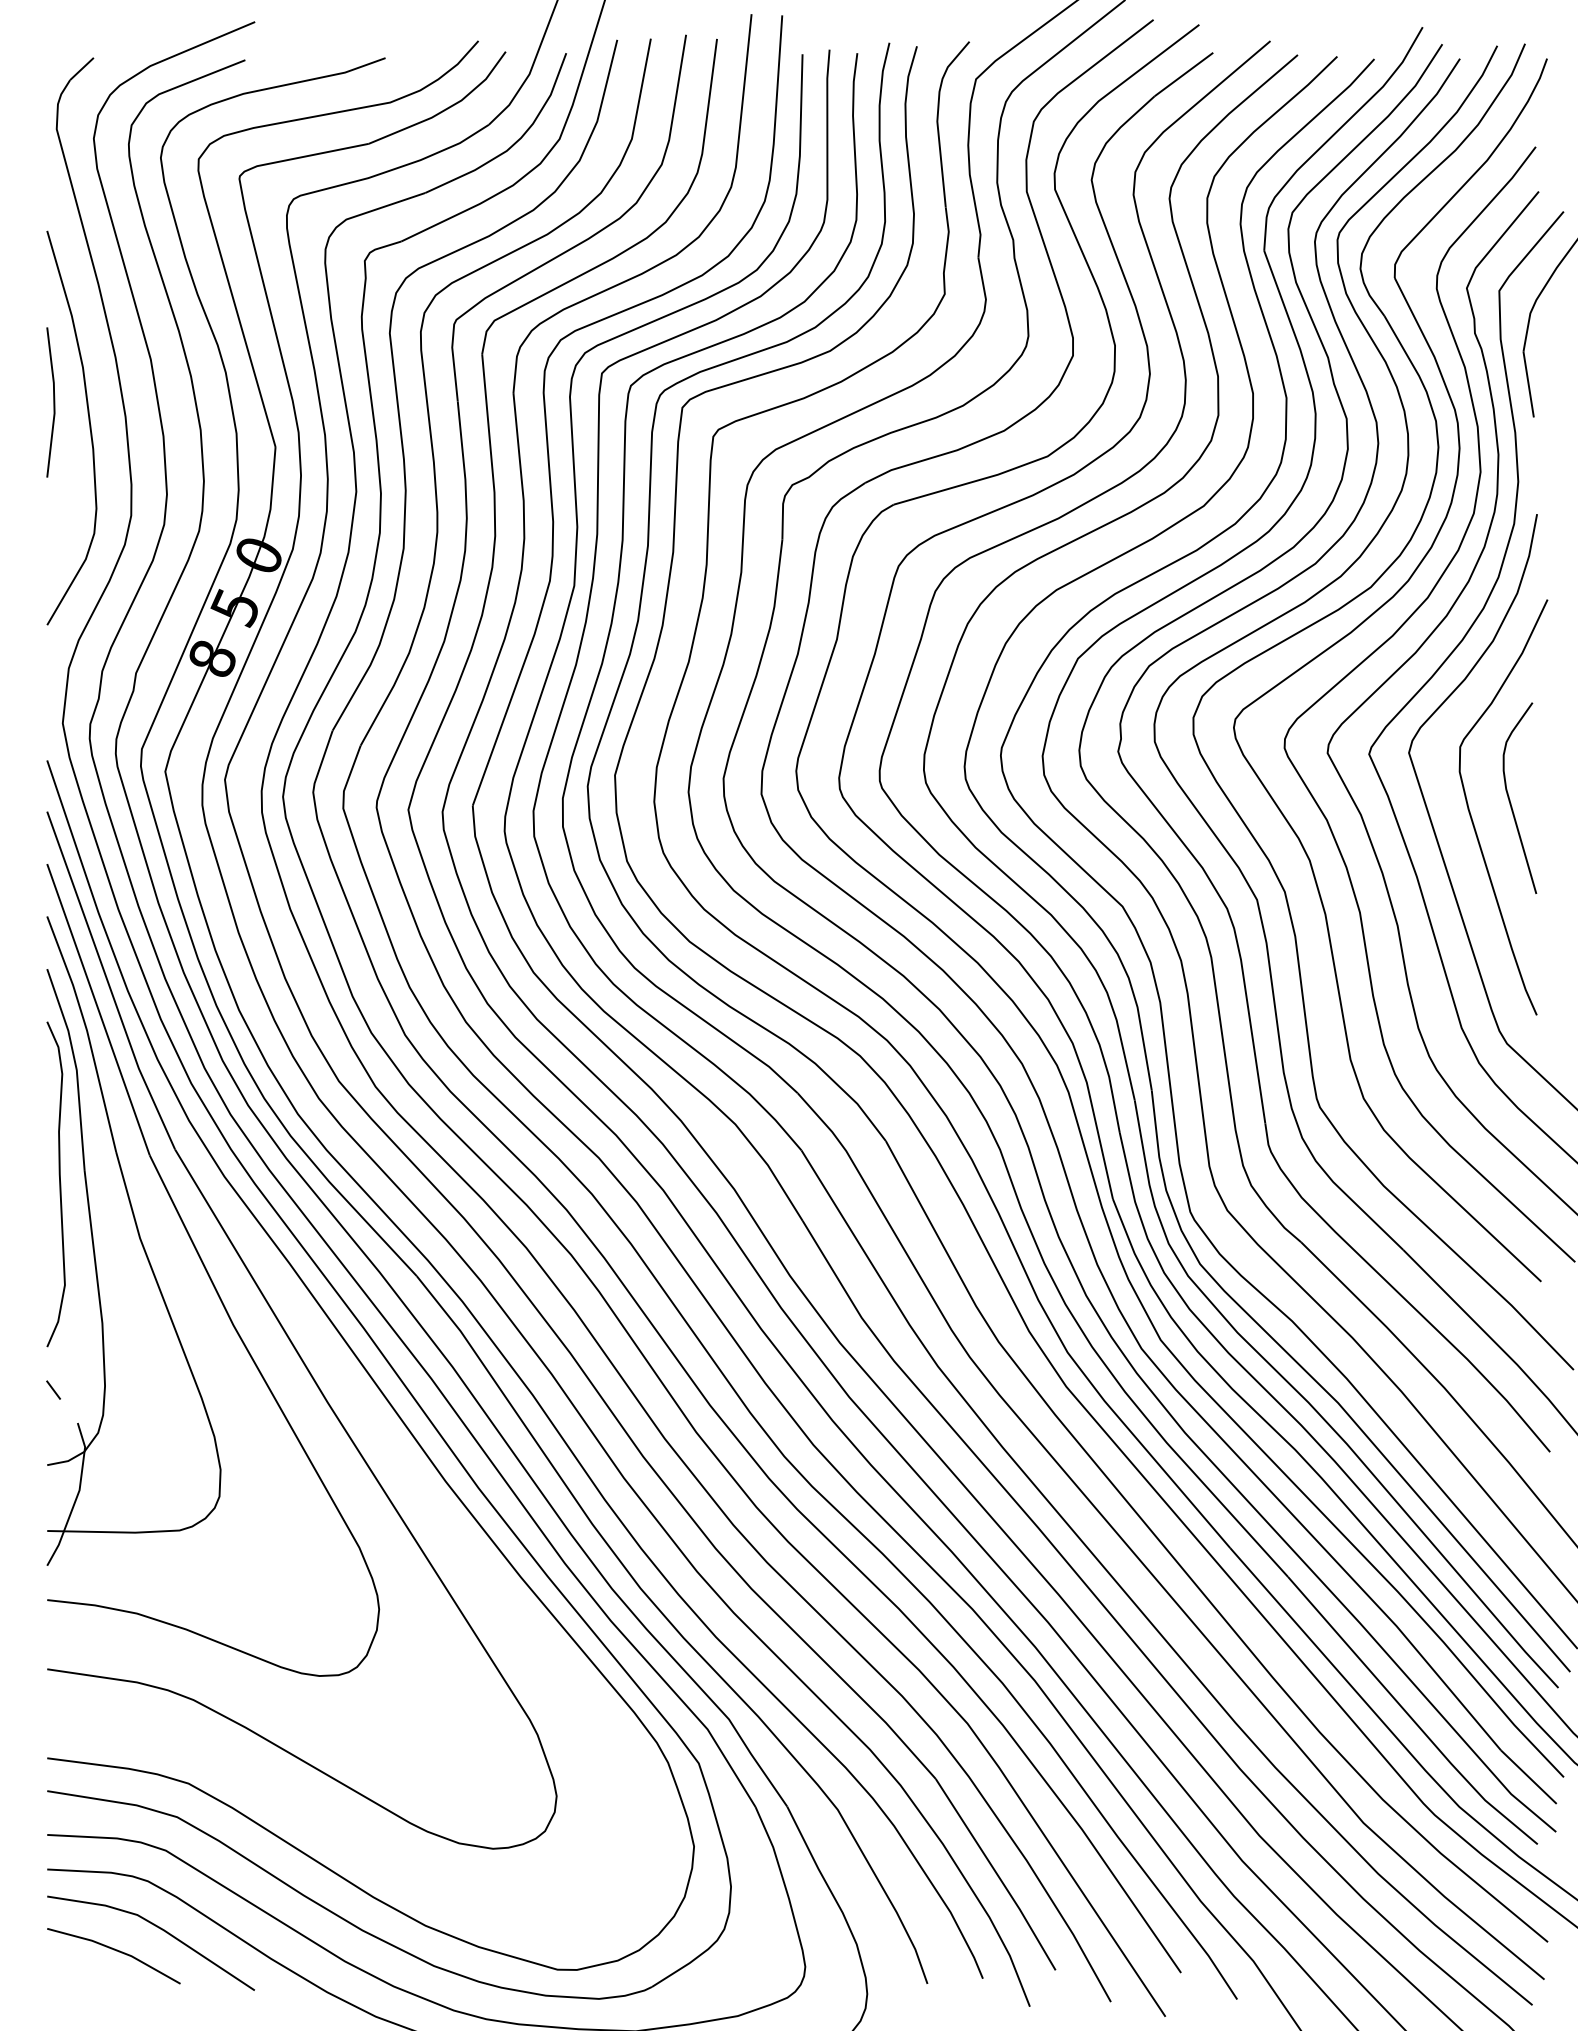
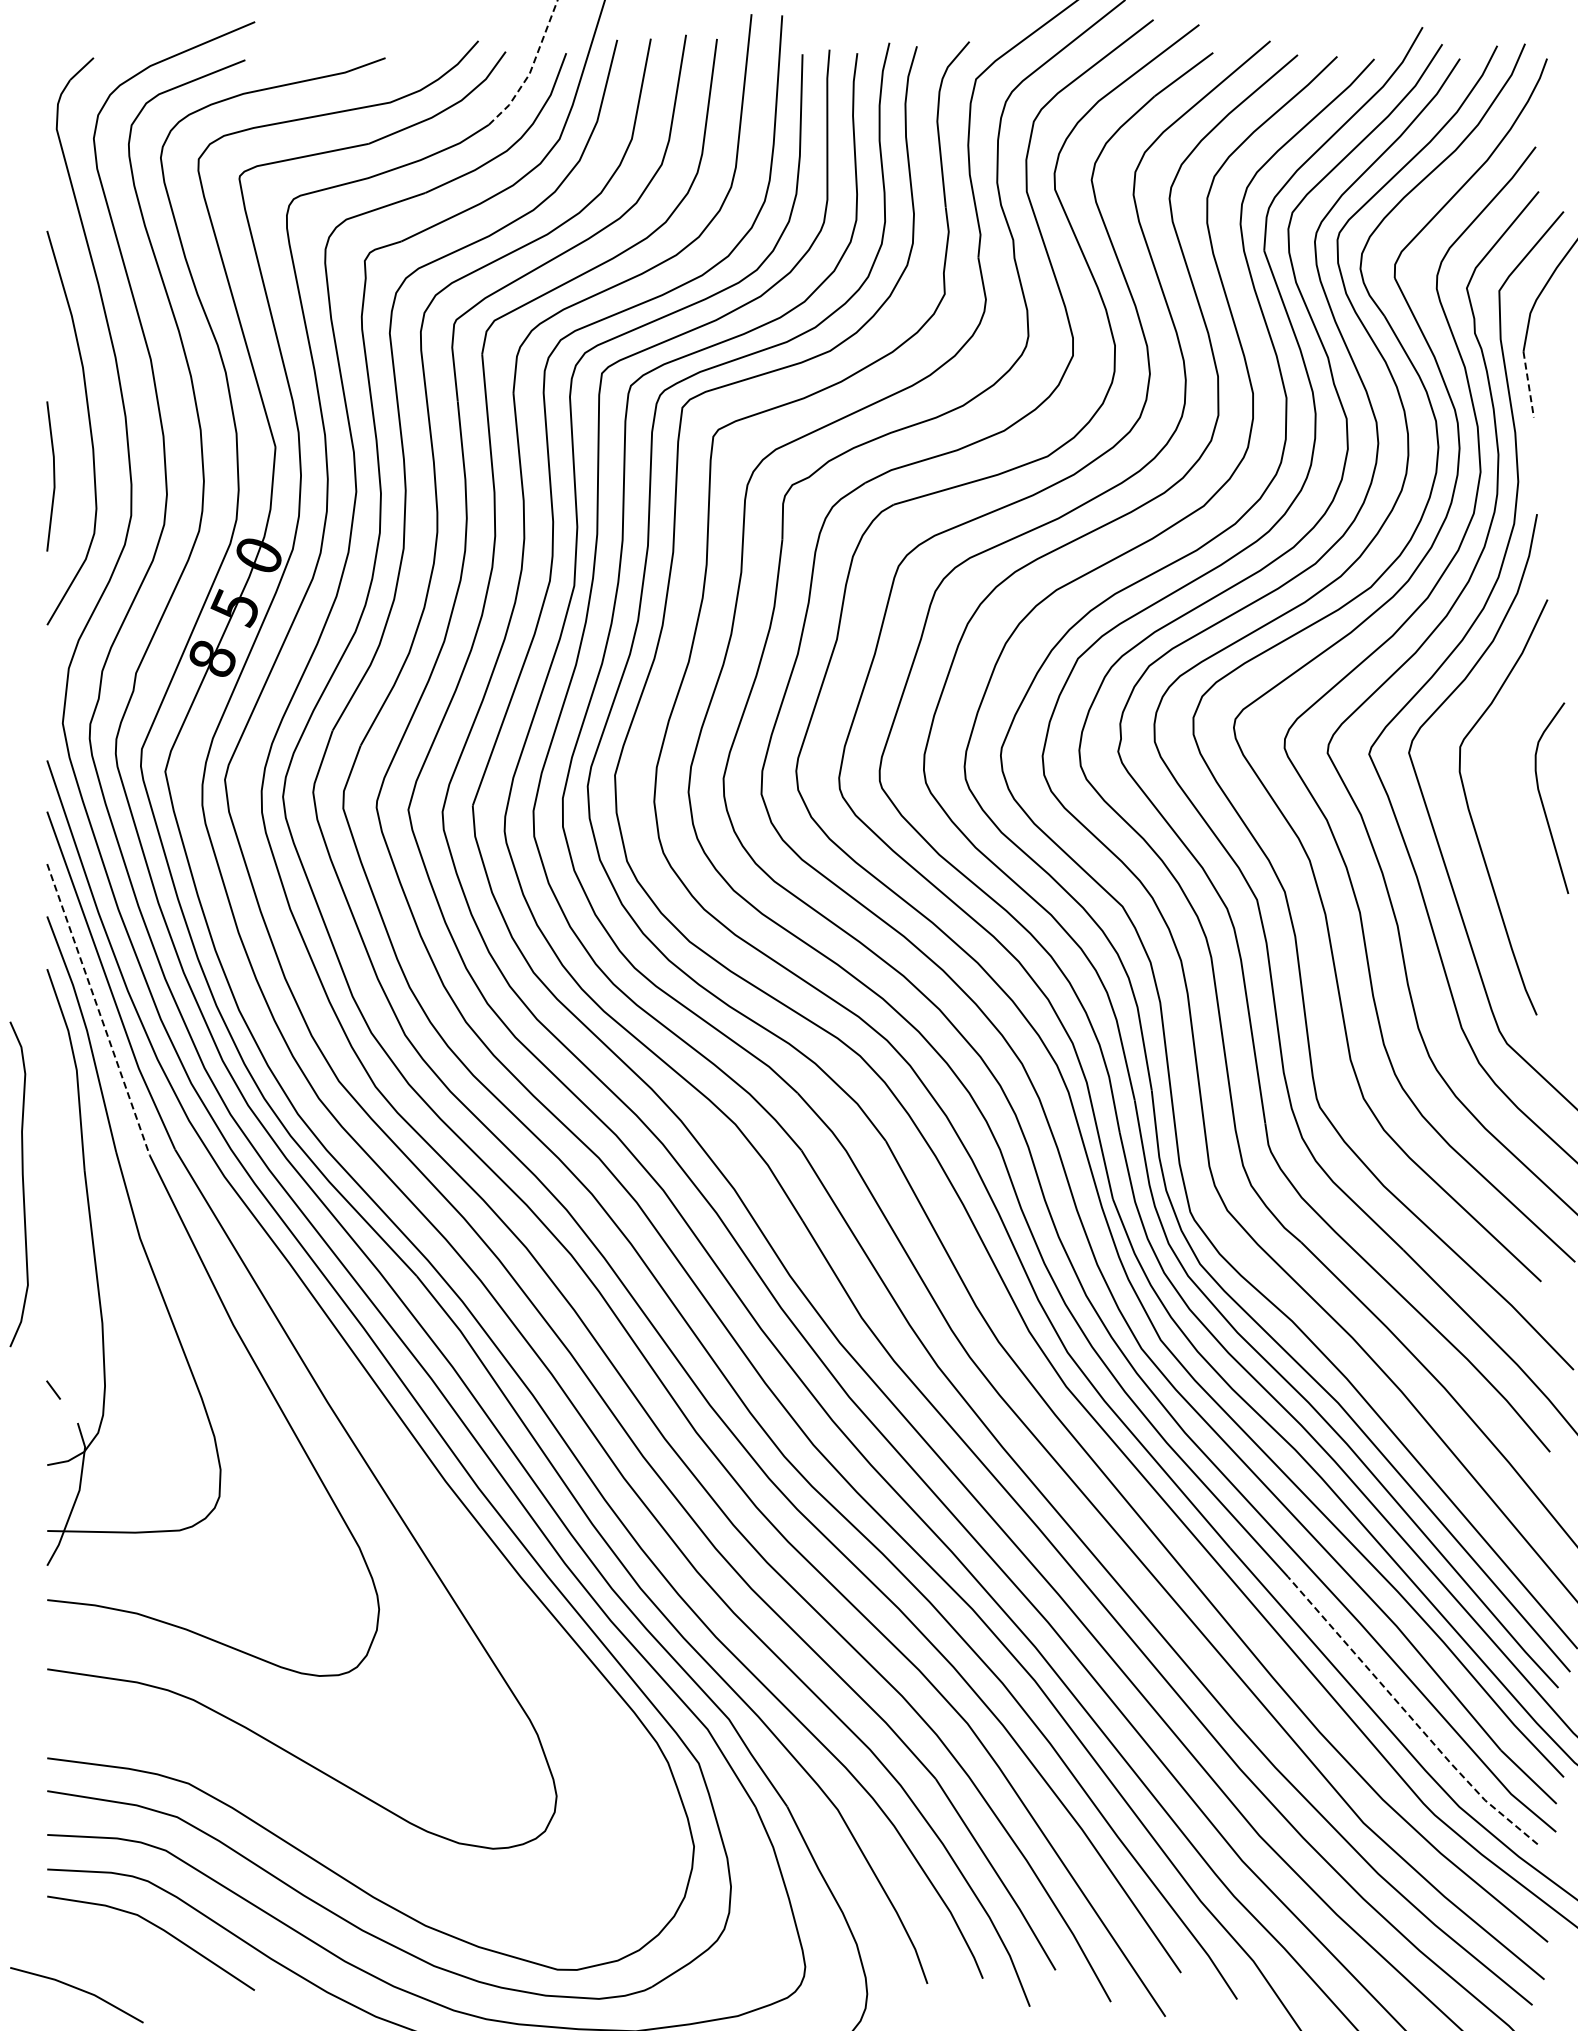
line at (531, 68): solid -> dashed
line at (1528, 385): solid -> dashed
line at (53, 402) position: (53, 402) -> (53, 476)
curve at (1510, 799) position: (1510, 799) -> (1542, 799)
line at (98, 1010): solid -> dashed
curve at (59, 1184) position: (59, 1184) -> (22, 1184)
line at (1409, 1715): solid -> dashed
line at (116, 1951) position: (116, 1951) -> (79, 1990)
